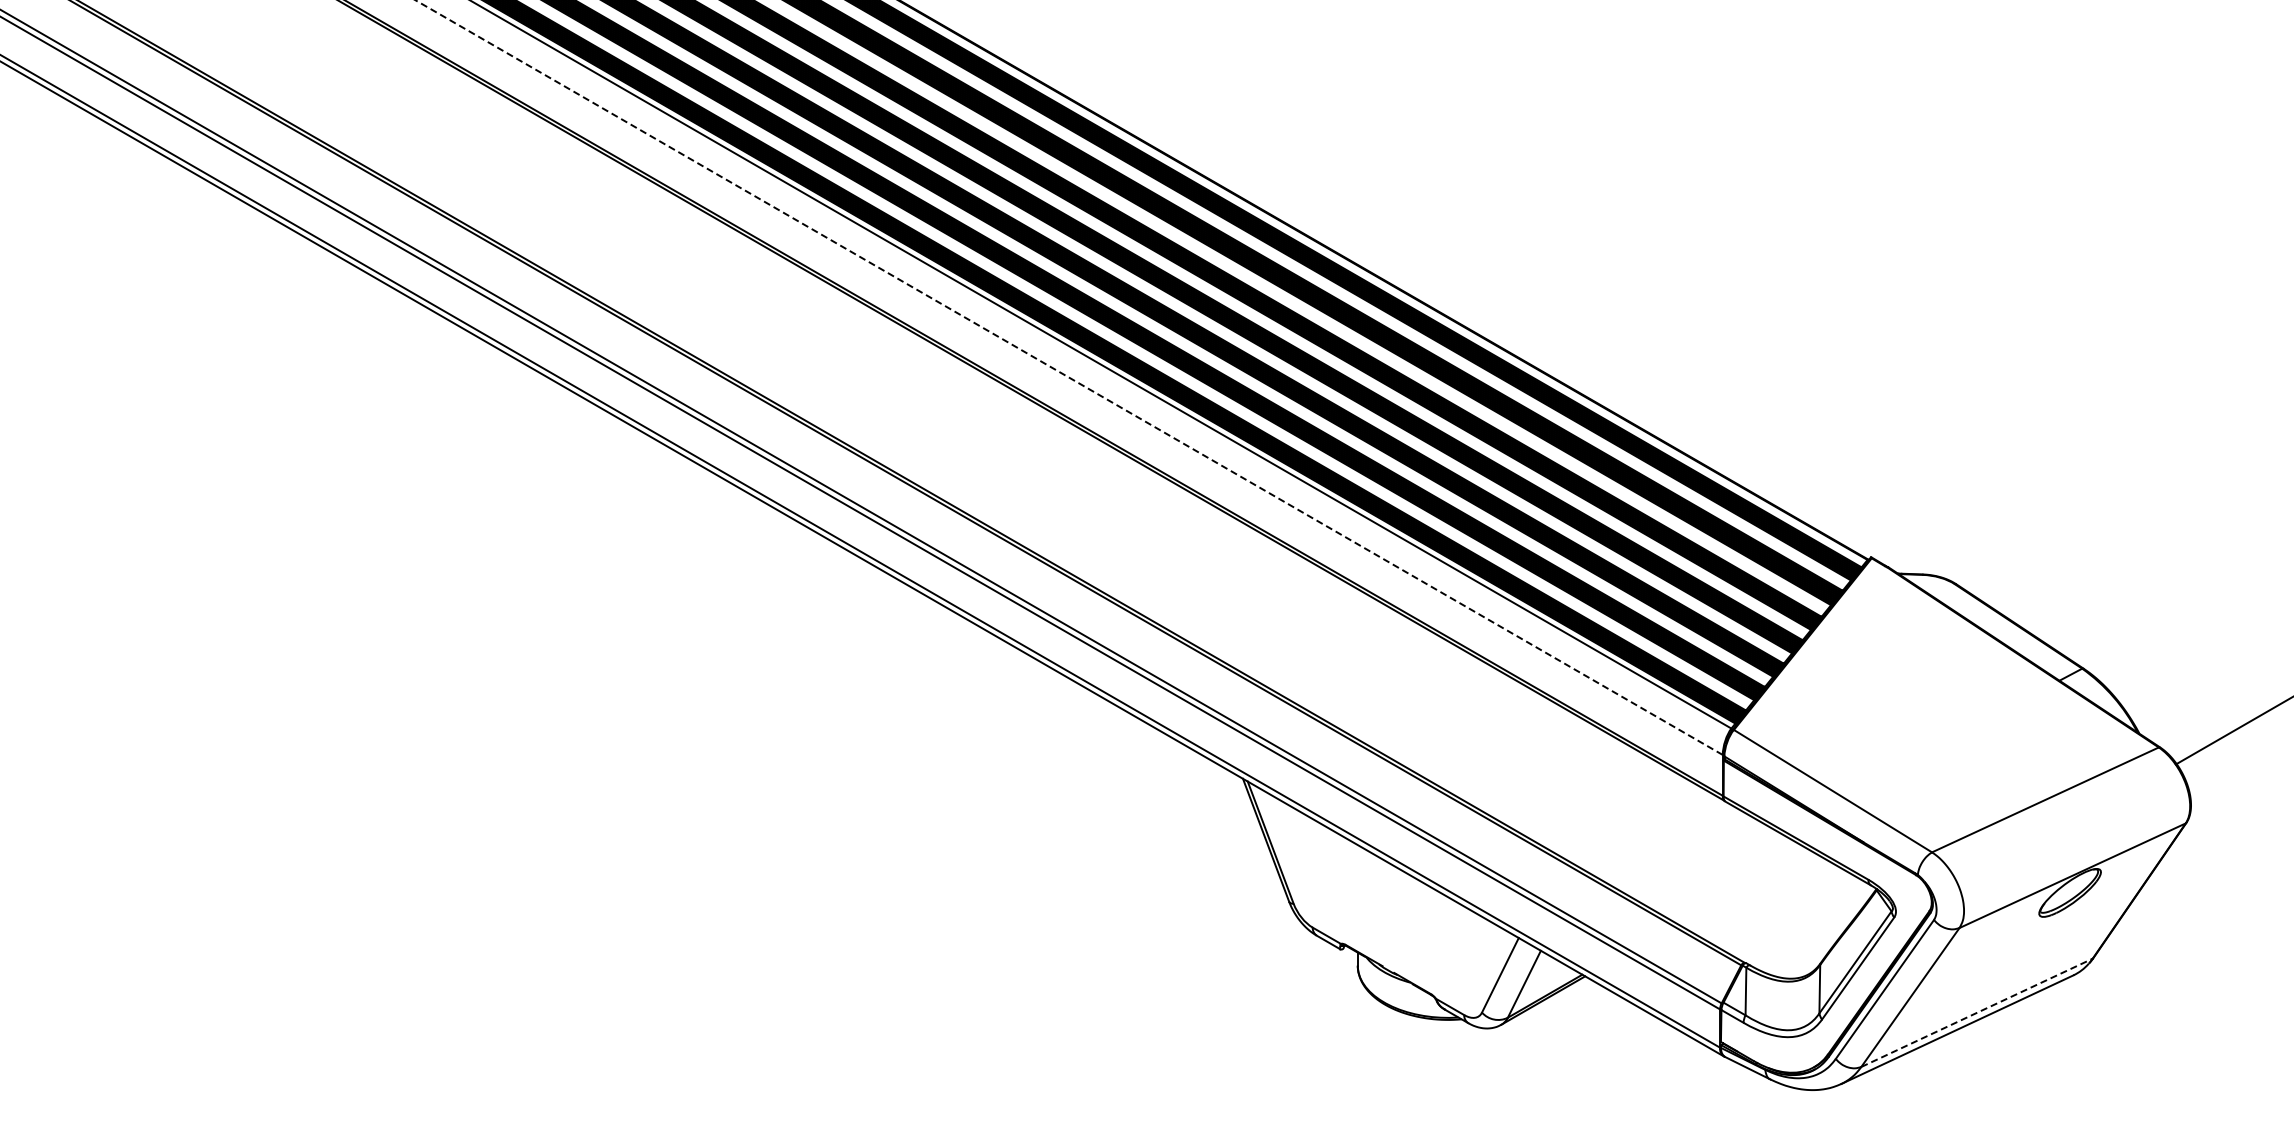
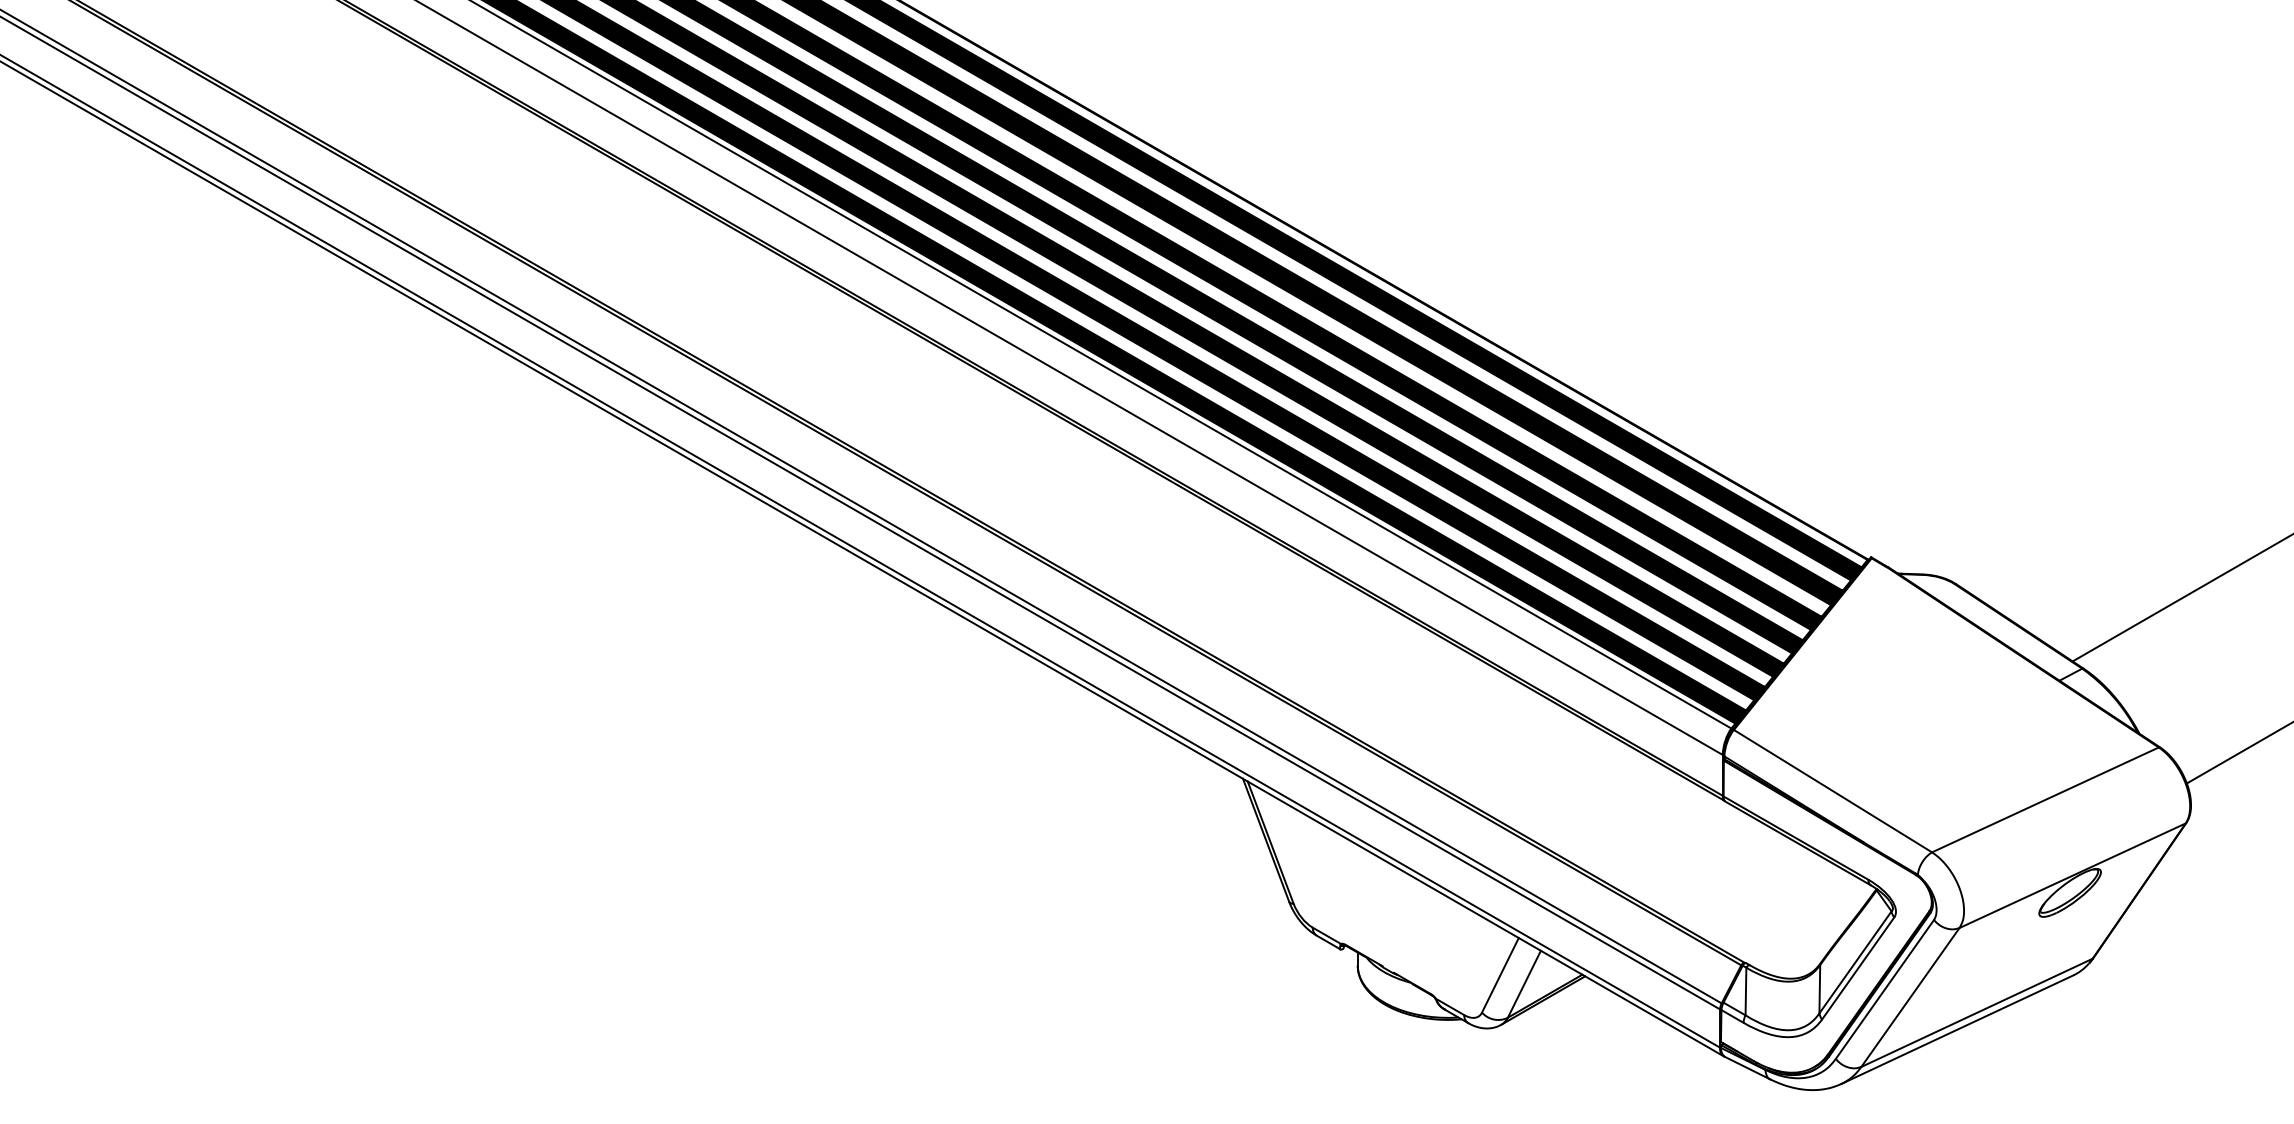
line at (1069, 377): dashed -> solid
line at (2181, 598): none -> present
line at (2232, 731) position: (2232, 731) -> (2238, 753)
line at (1977, 1012): dashed -> solid
